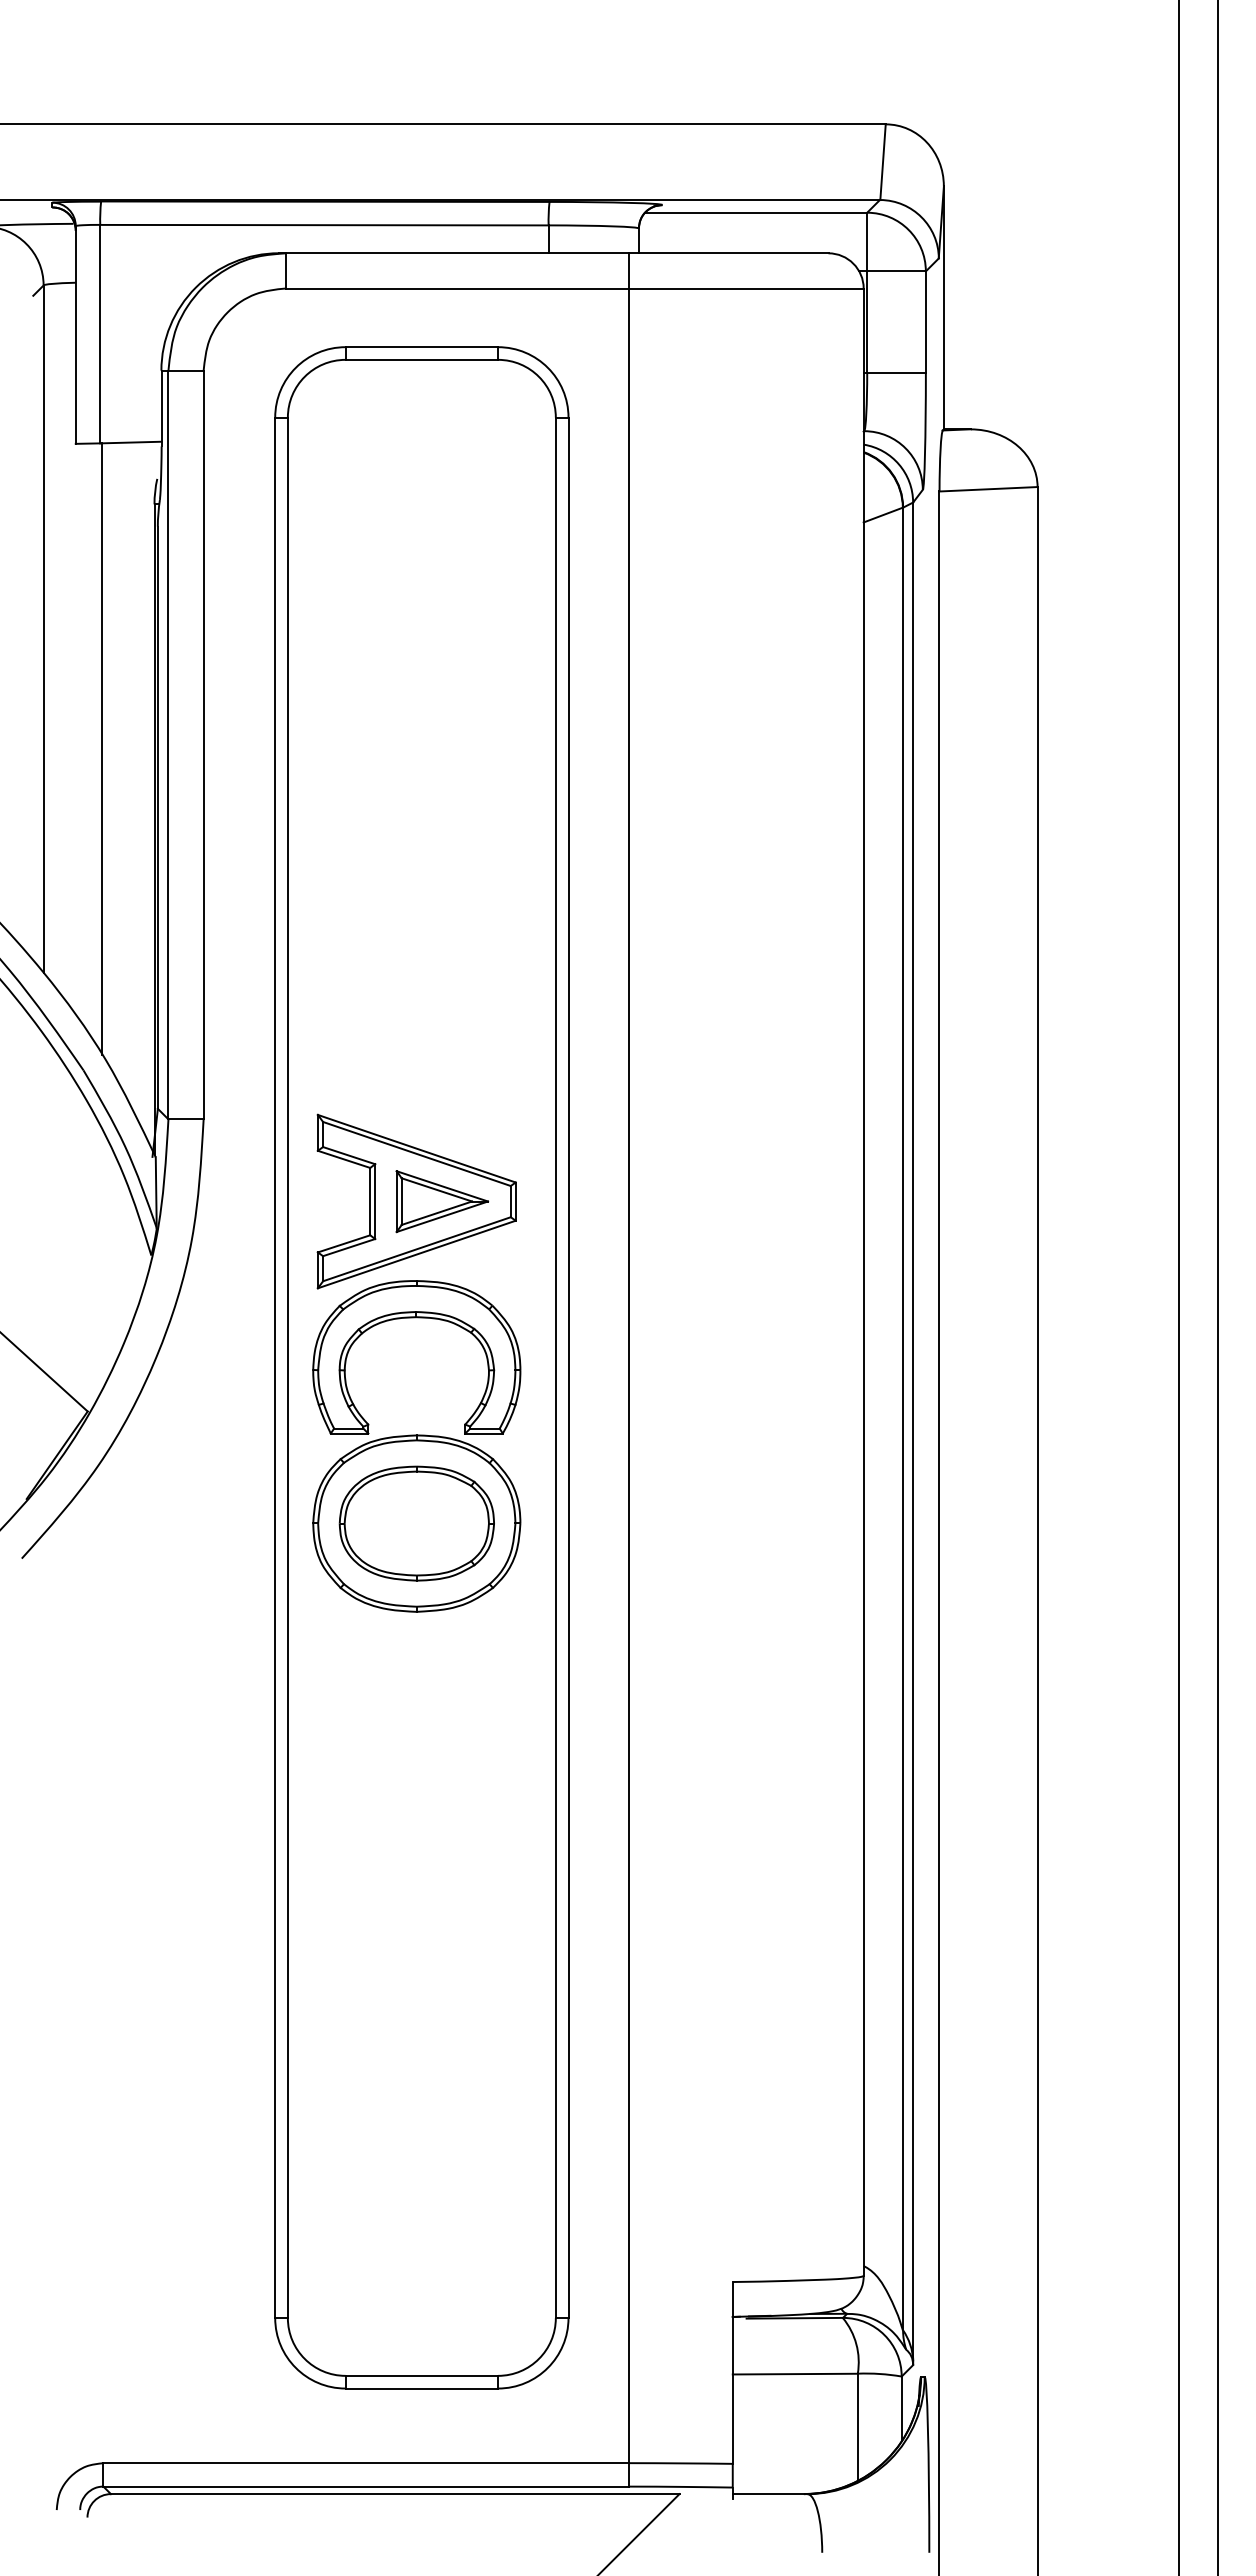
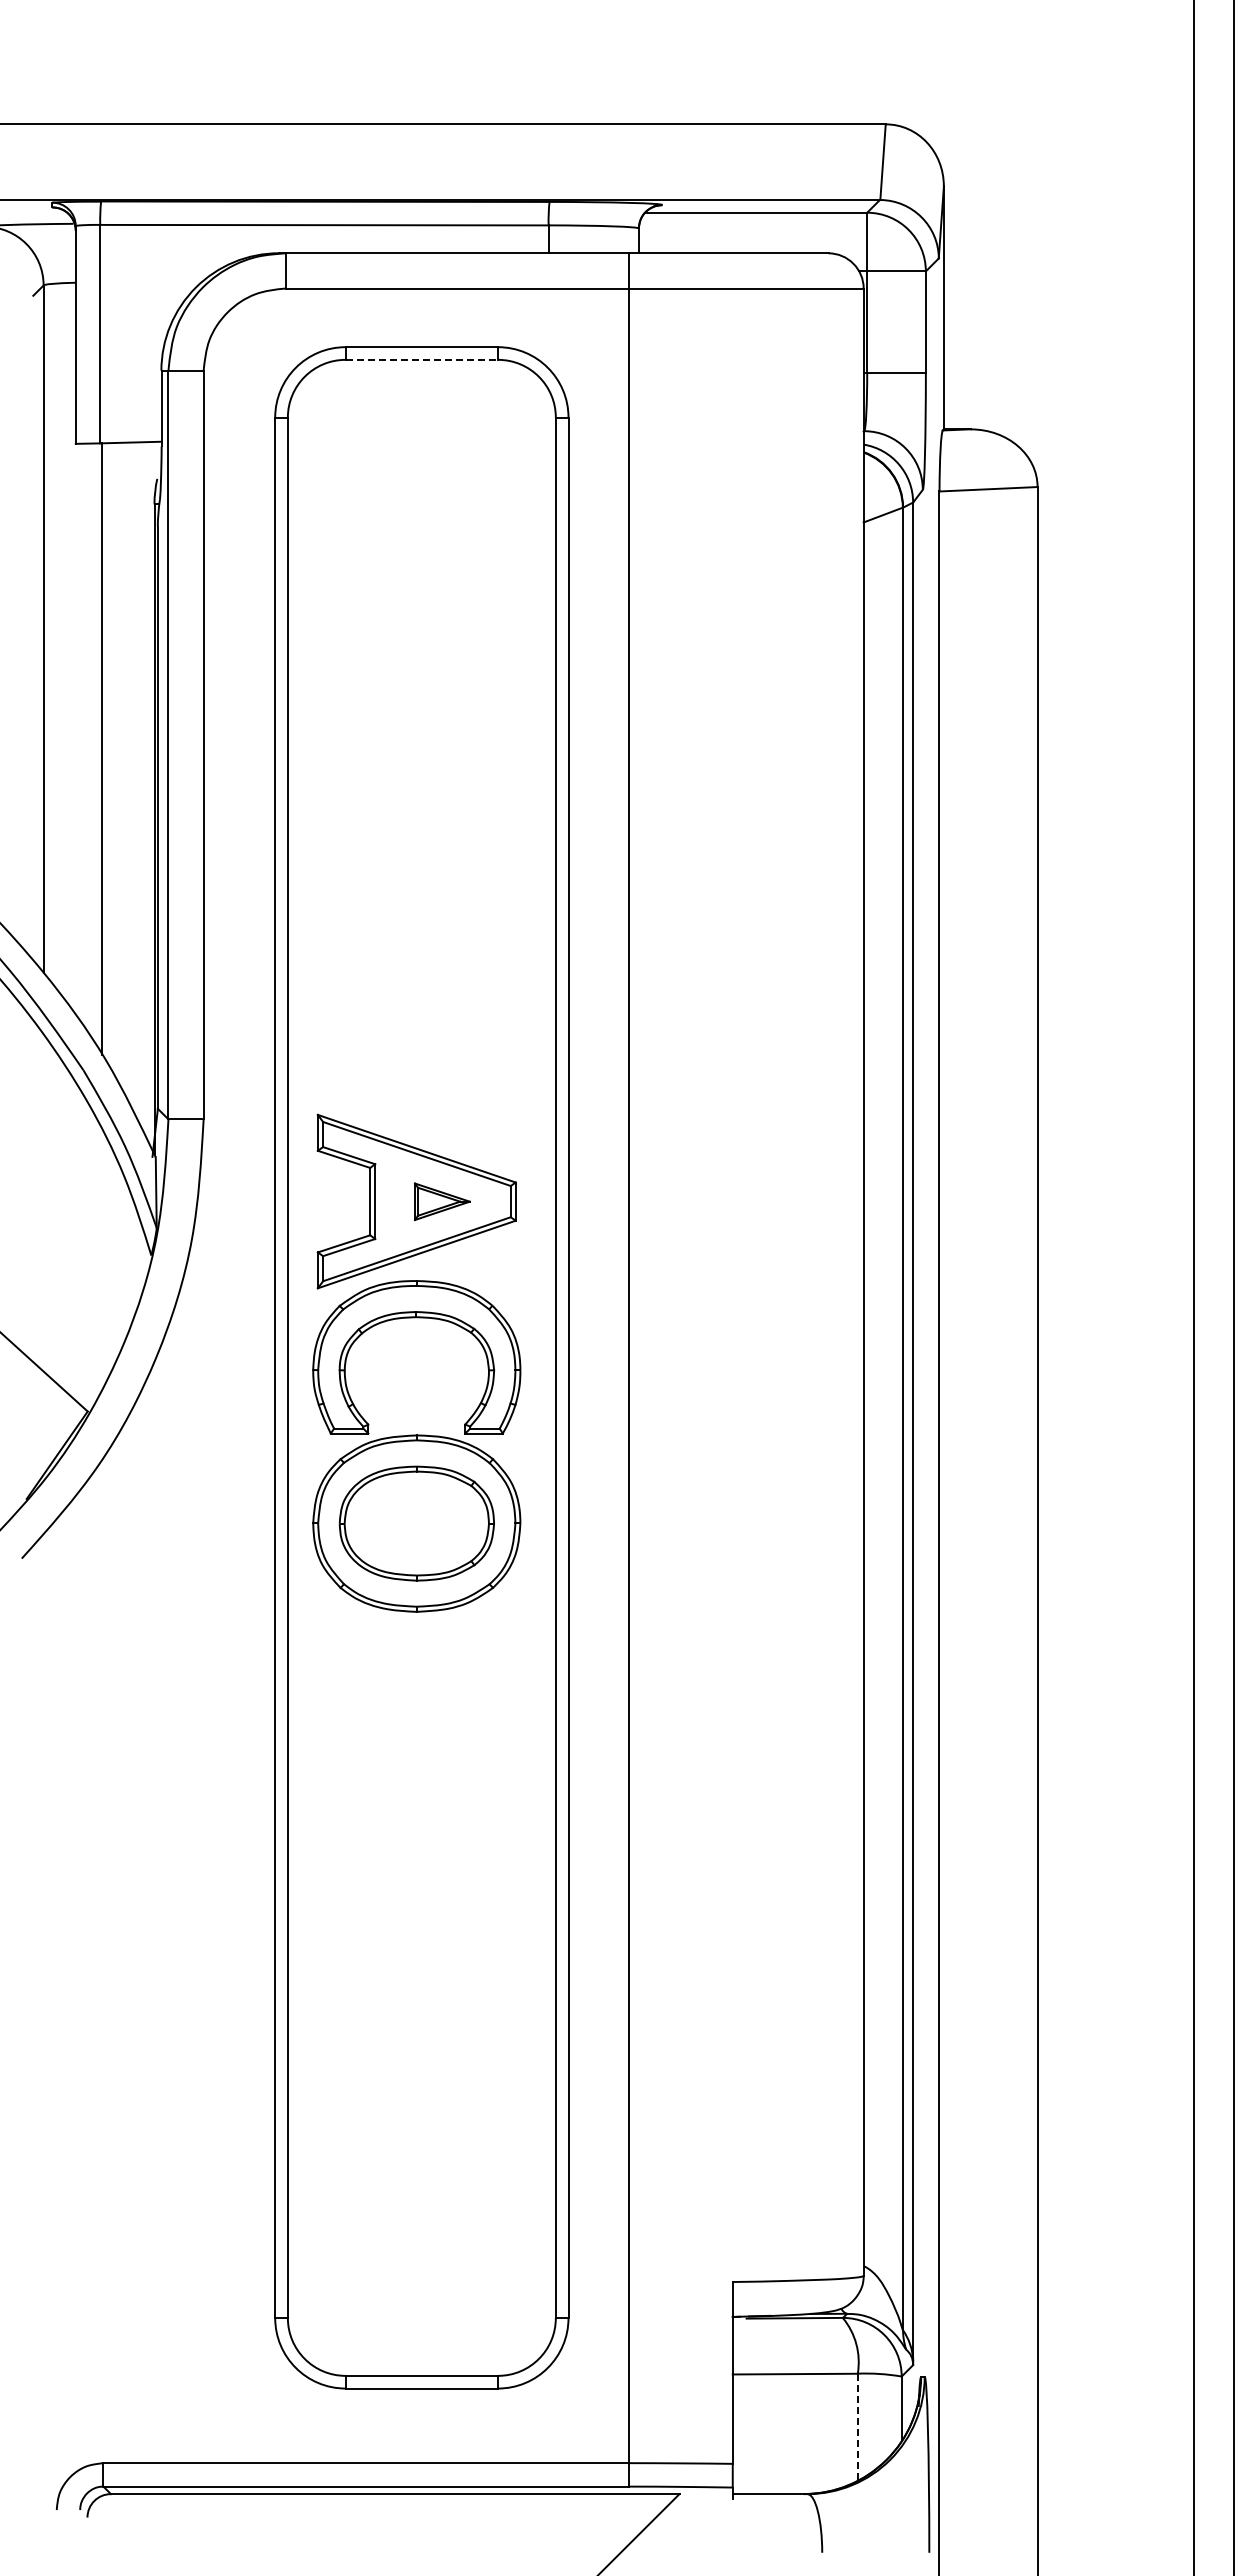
line at (422, 359): solid -> dashed
part at (442, 1201) size: 95x64 px -> 57x39 px
line at (1178, 1287) position: (1178, 1287) -> (1193, 1287)
line at (1218, 1287) position: (1218, 1287) -> (1234, 1287)
line at (857, 2426): solid -> dashed
